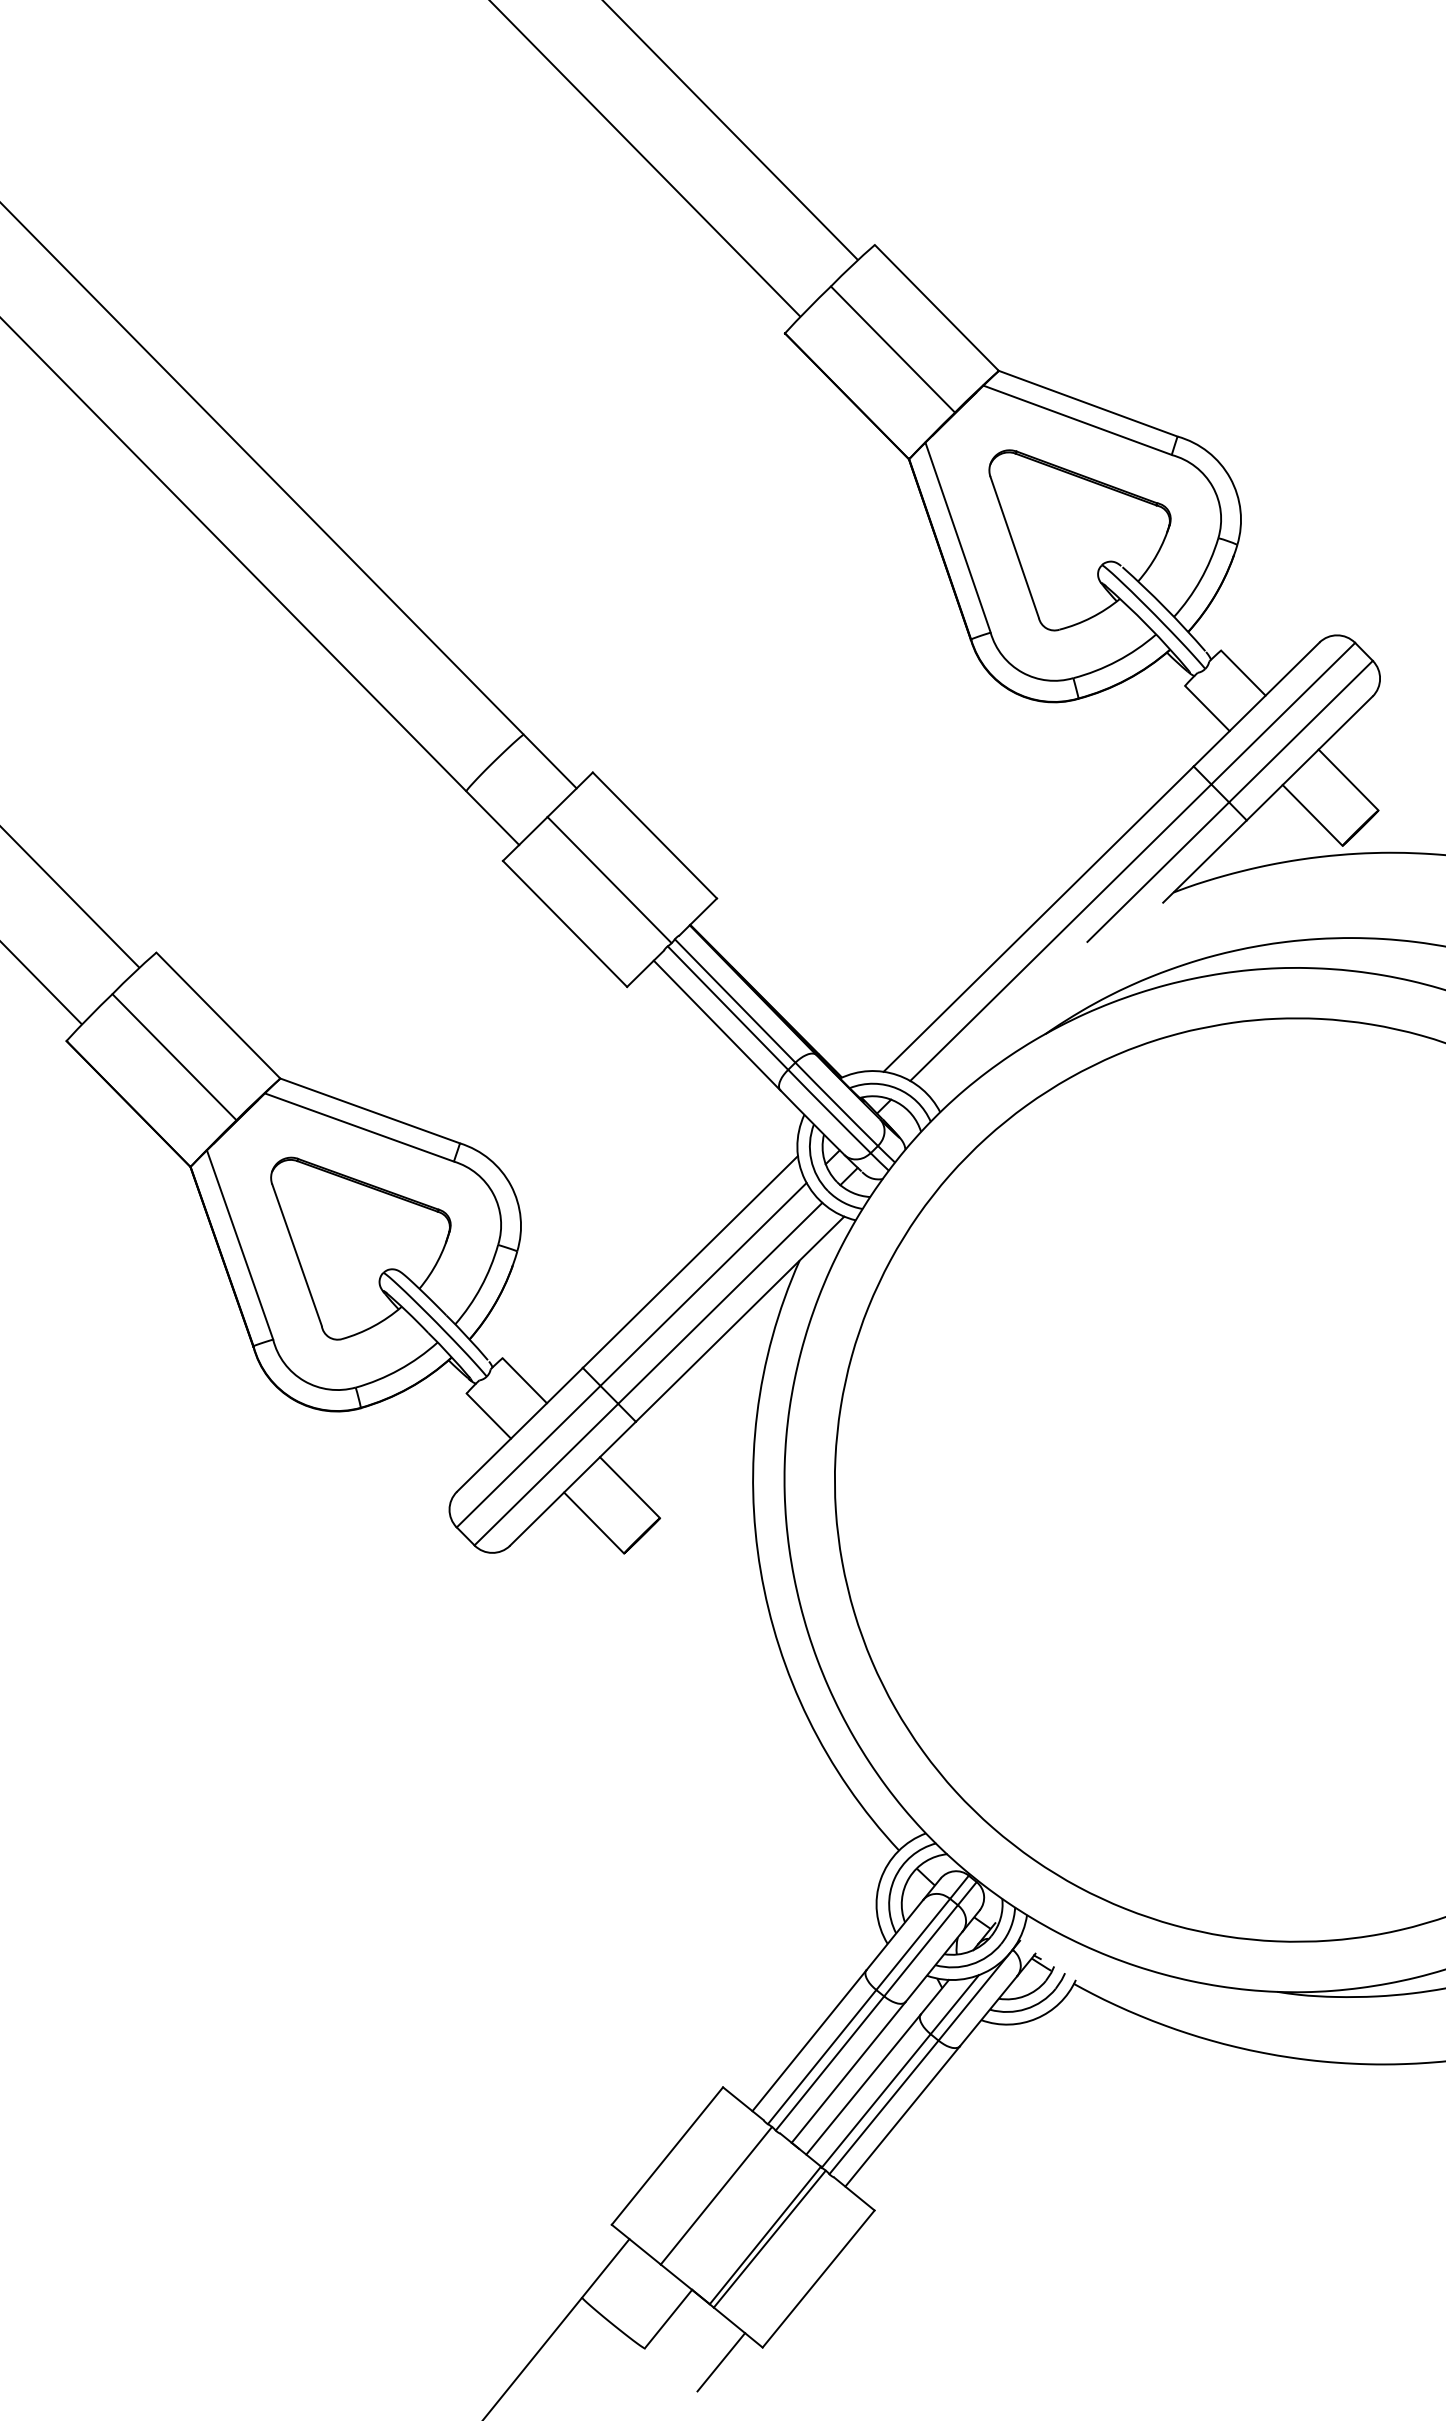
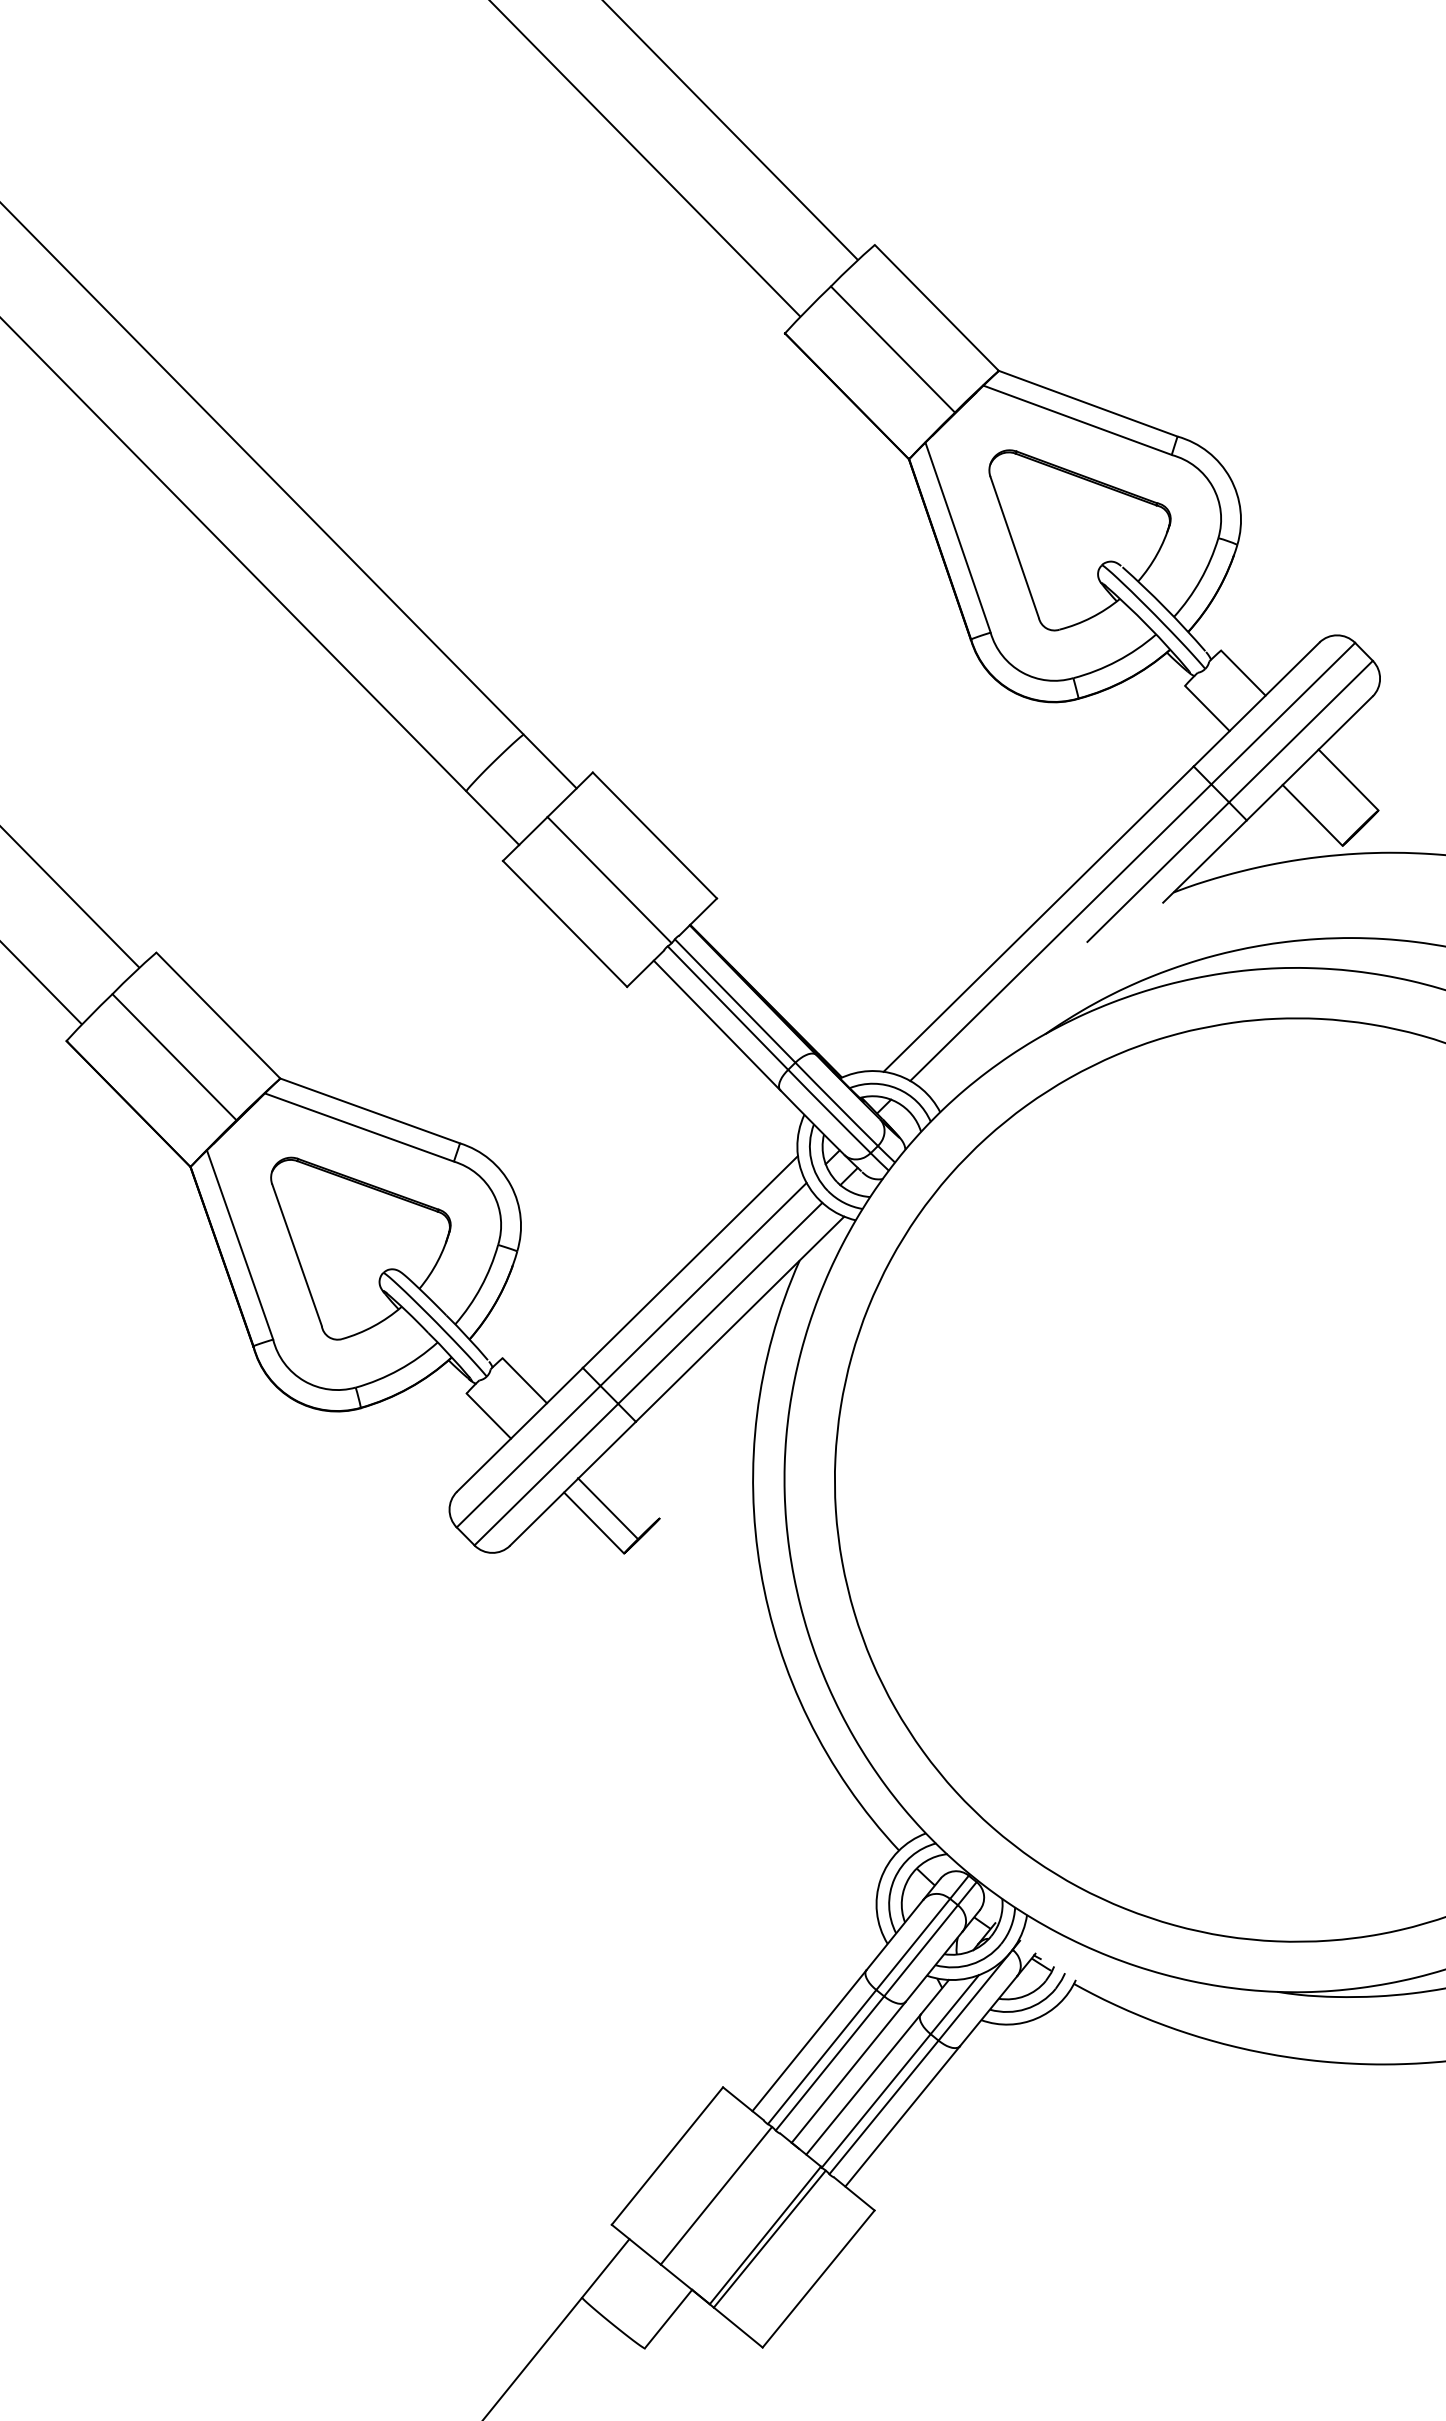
line at (630, 1487) position: (630, 1487) -> (608, 1508)
line at (721, 2362): present -> none
